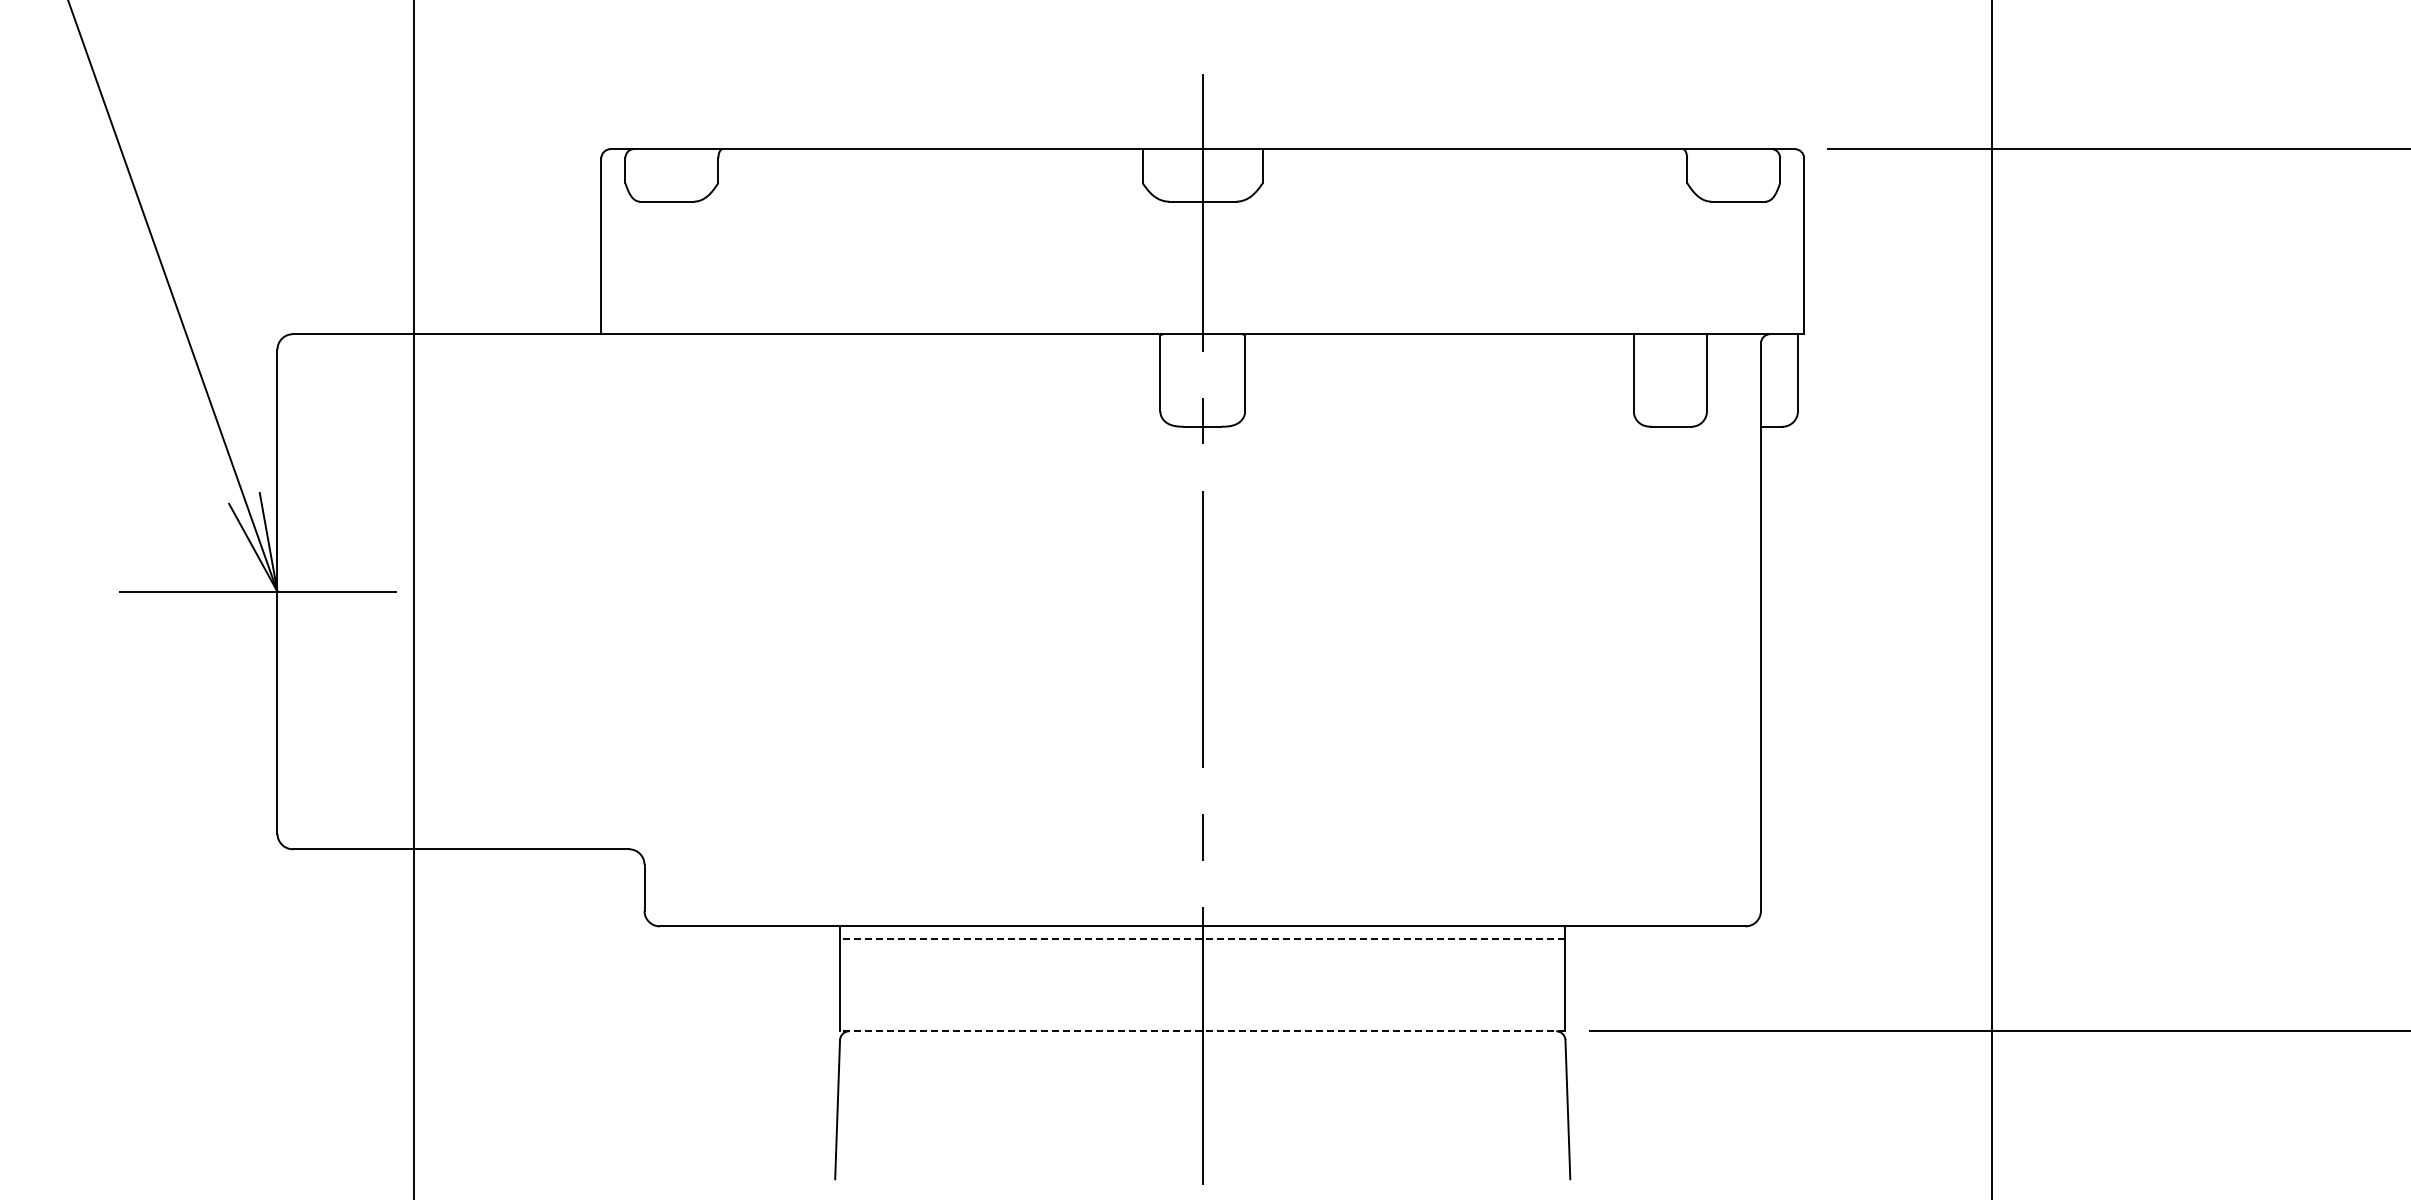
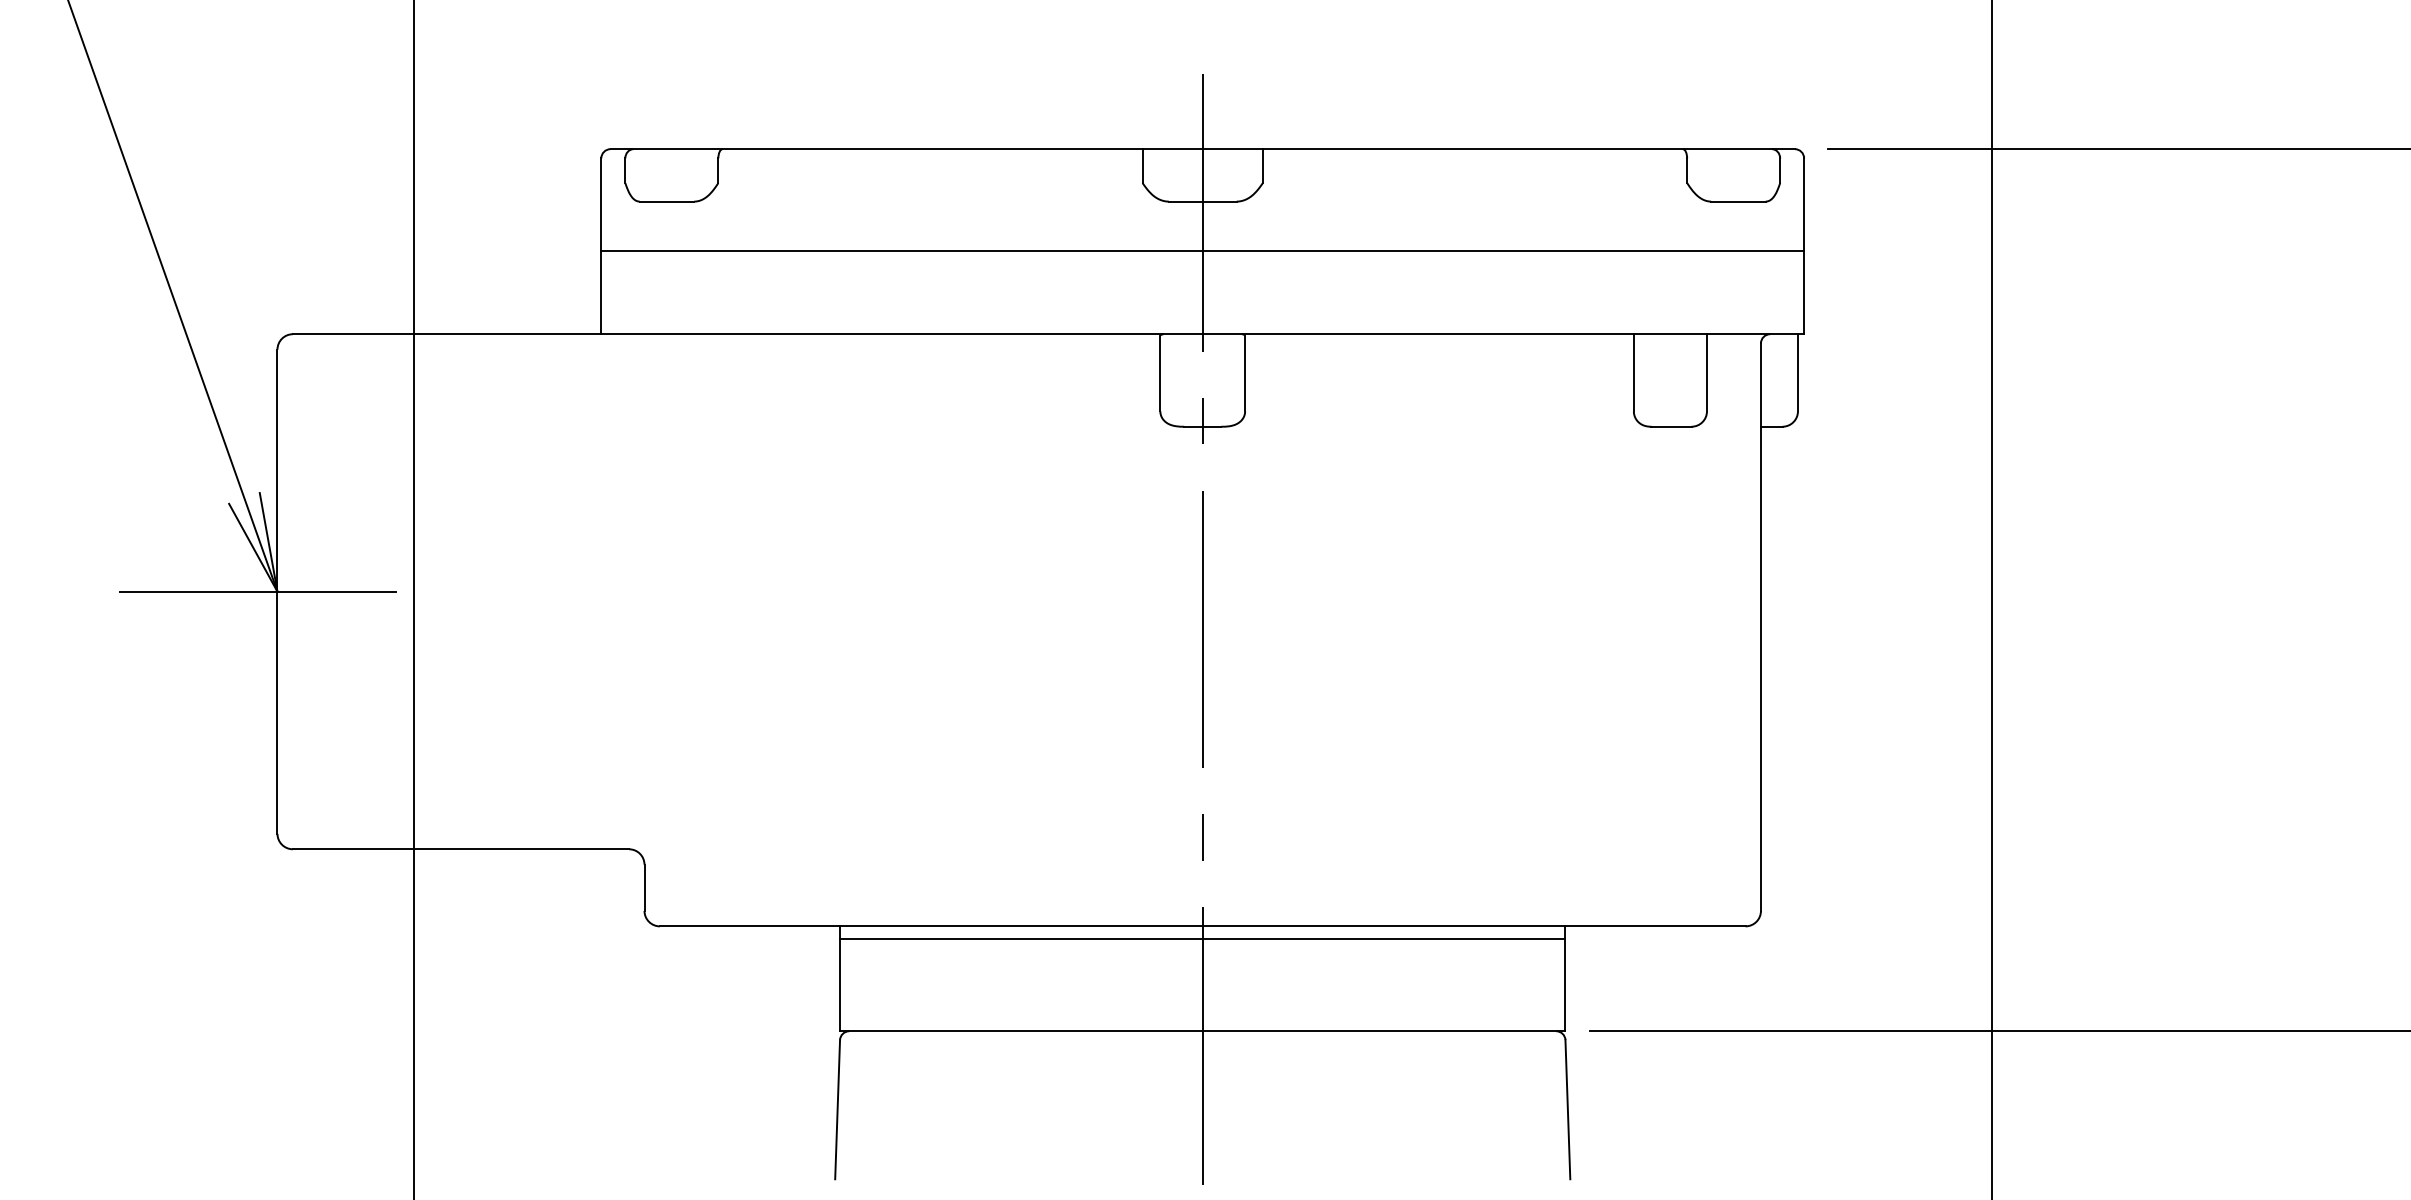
line at (1202, 250): none -> present
line at (1202, 938): dashed -> solid
line at (1202, 1031): dashed -> solid
